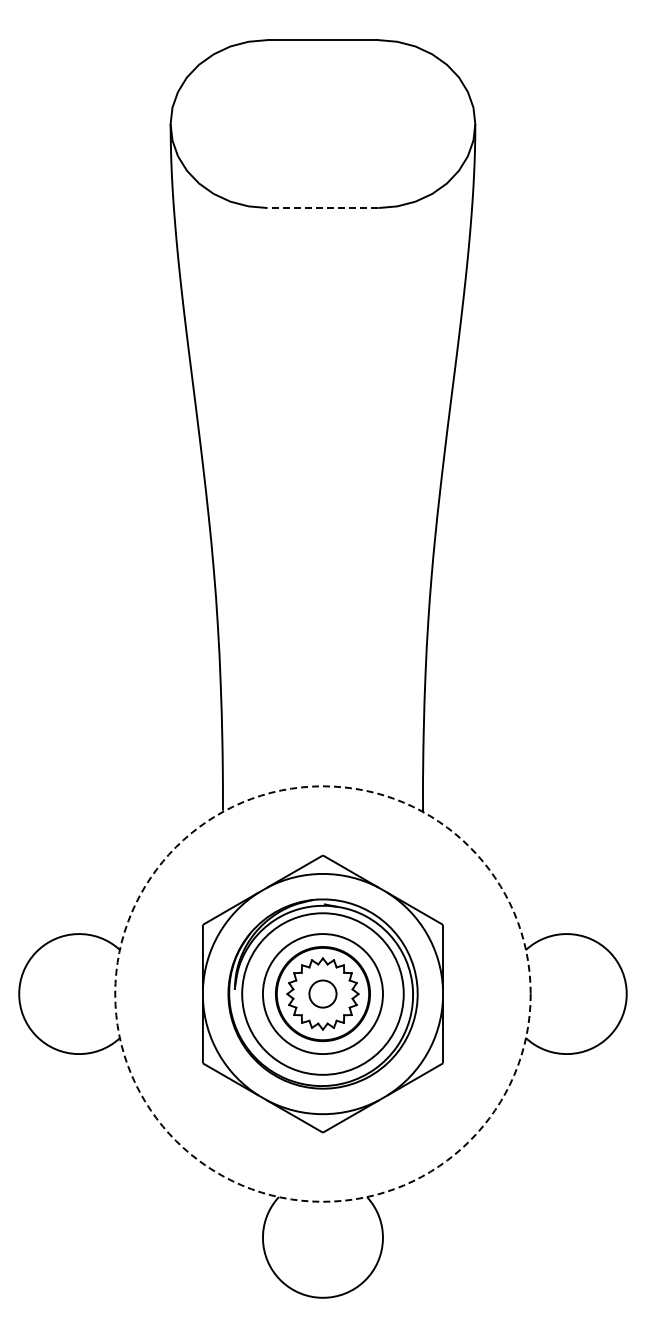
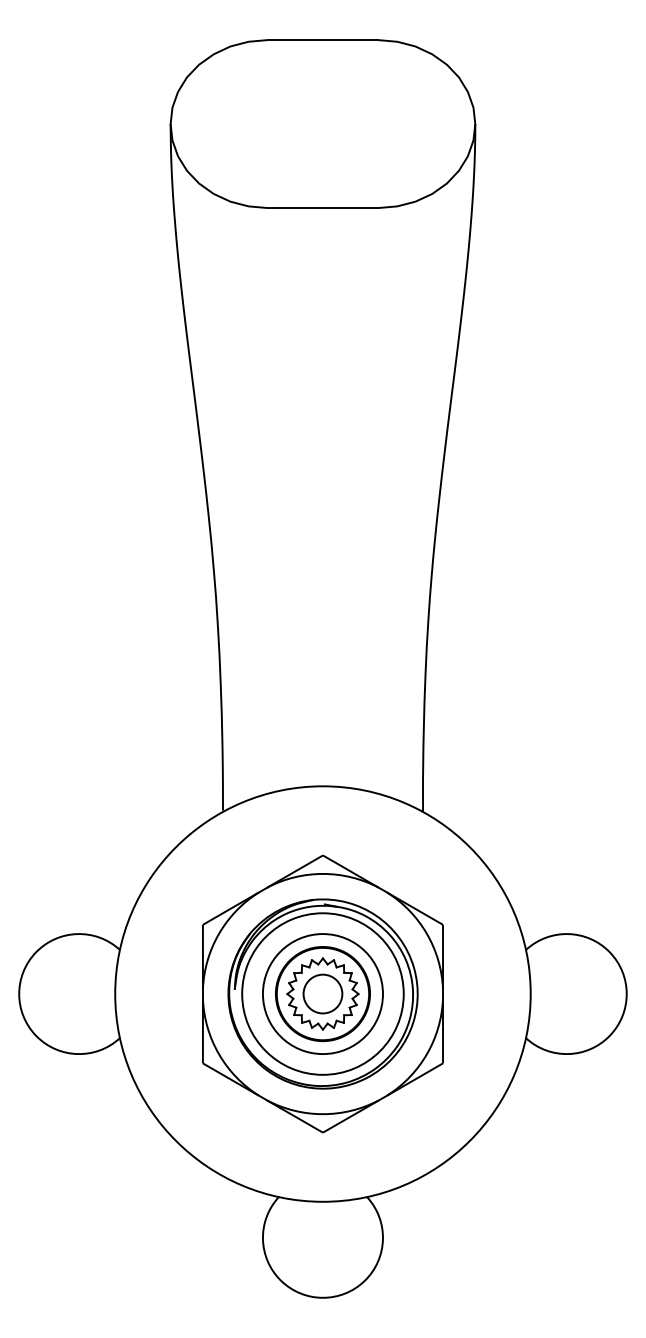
line at (322, 208): dashed -> solid
circle at (322, 993) diameter: 27 px -> 39 px
circle at (322, 993): dashed -> solid
